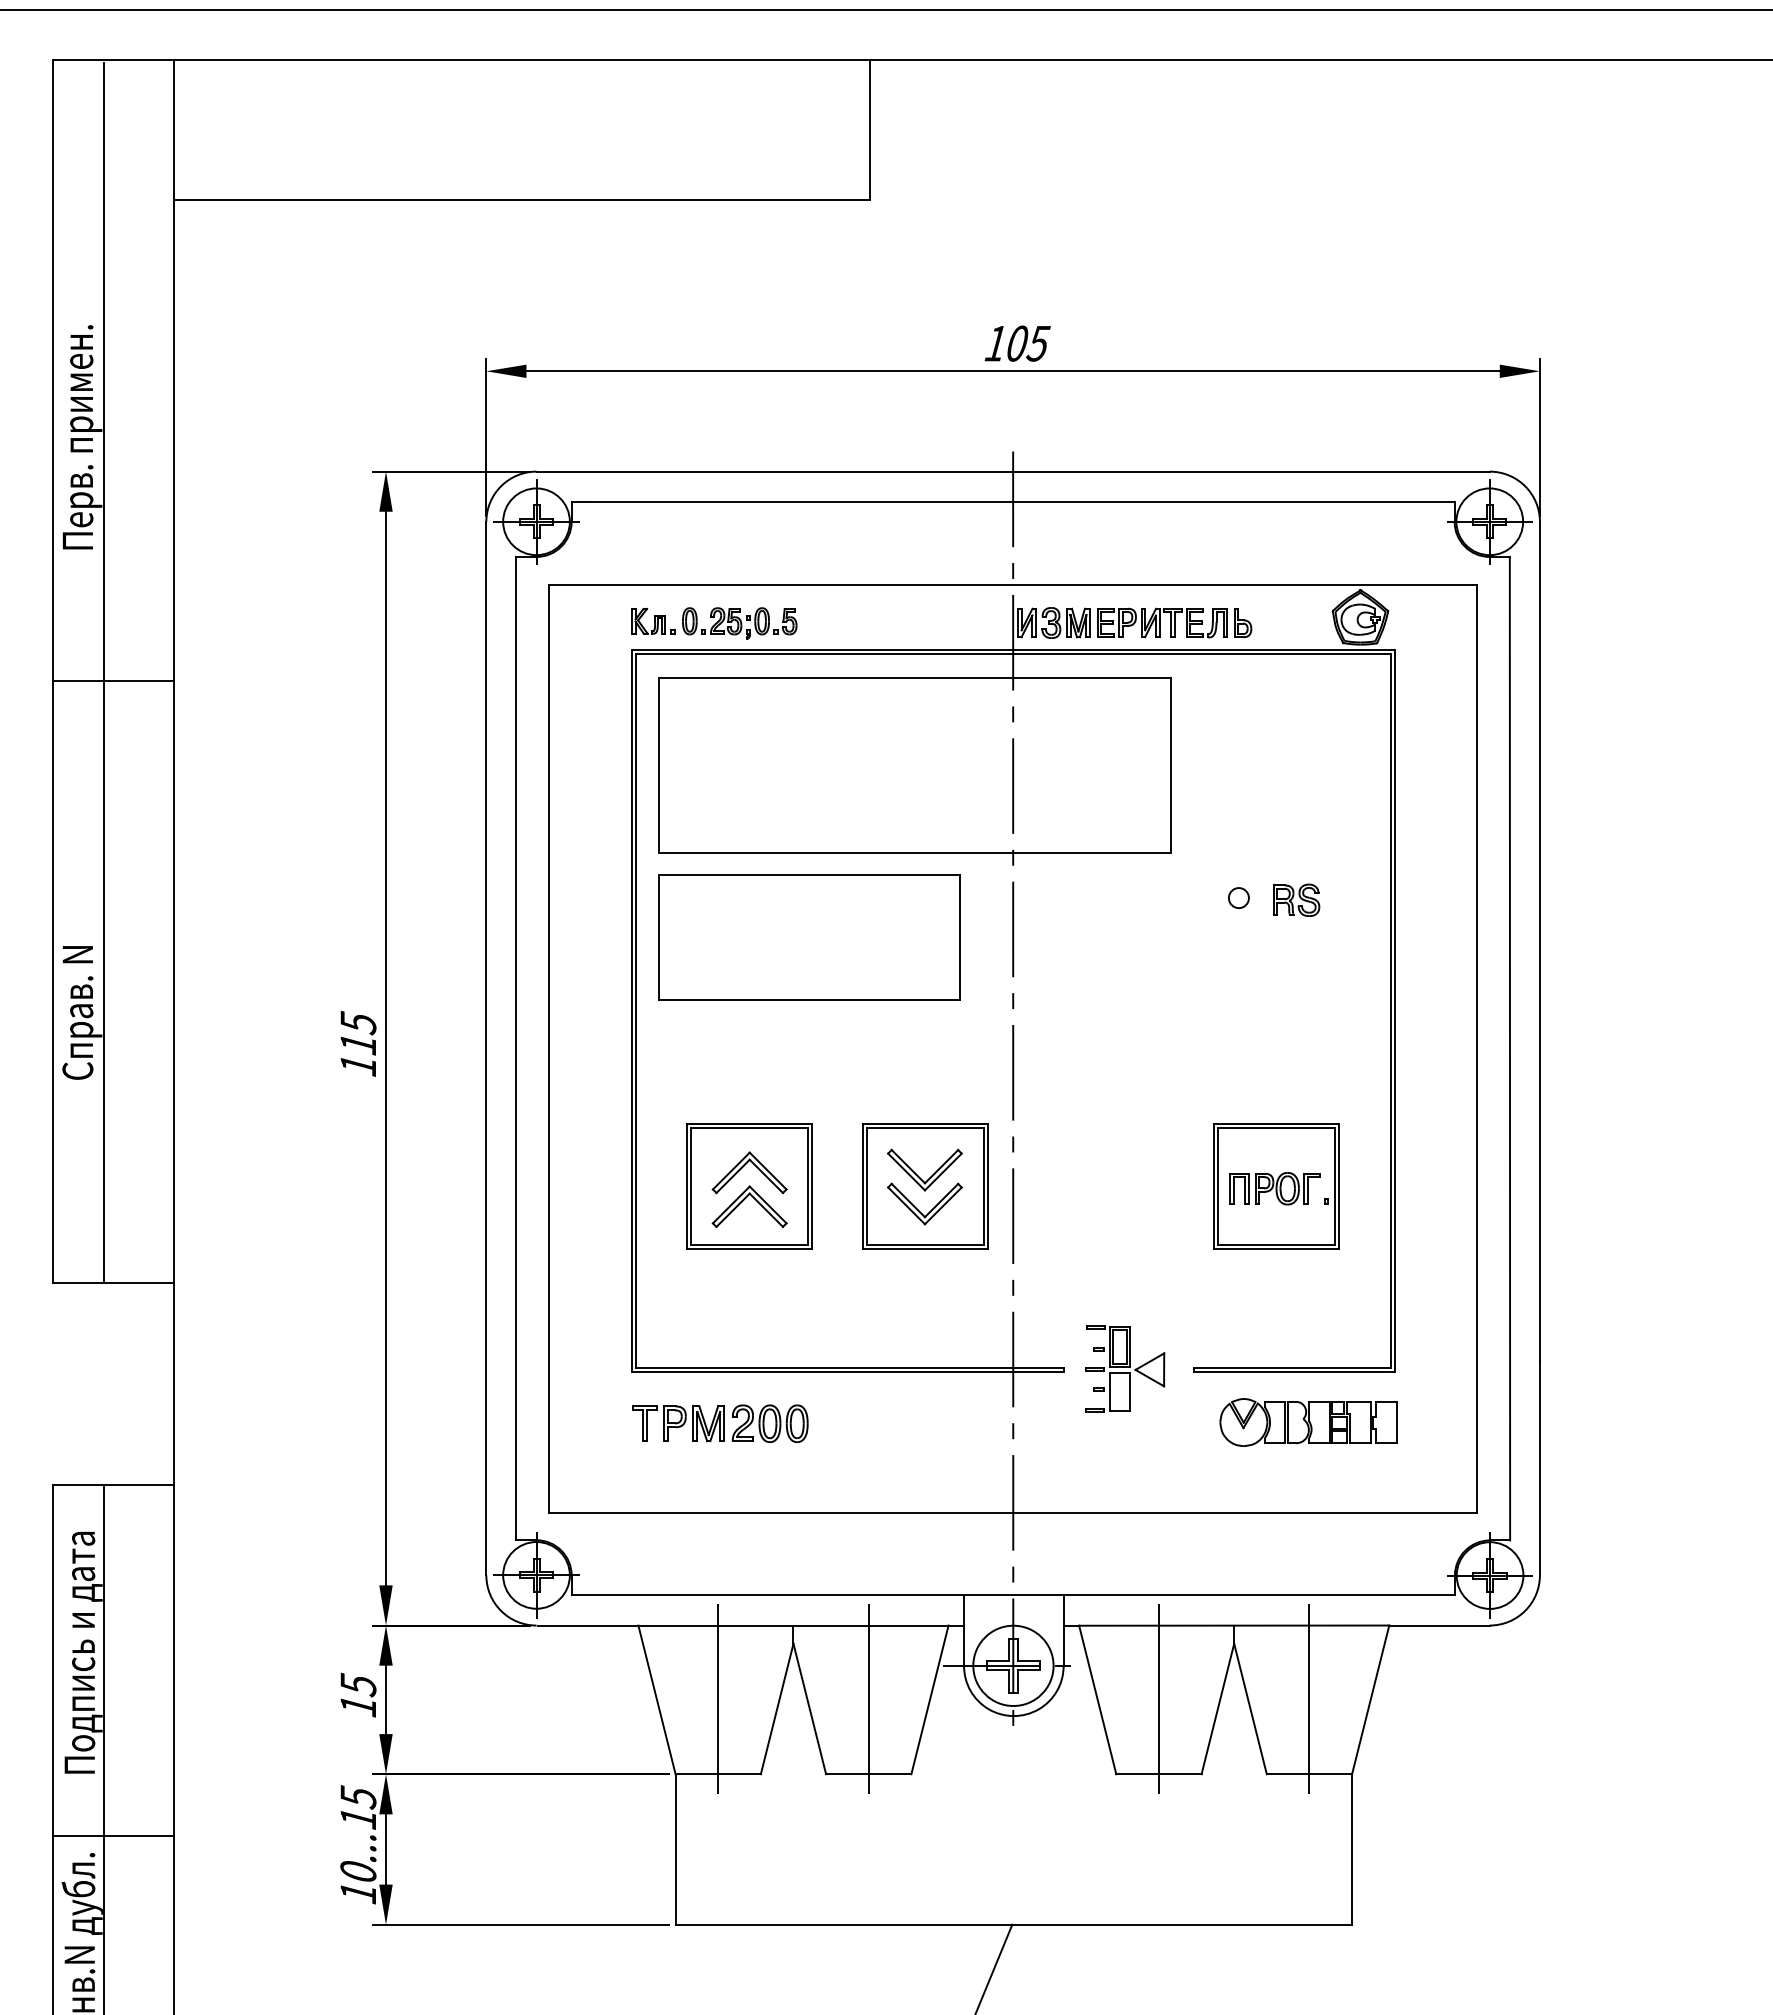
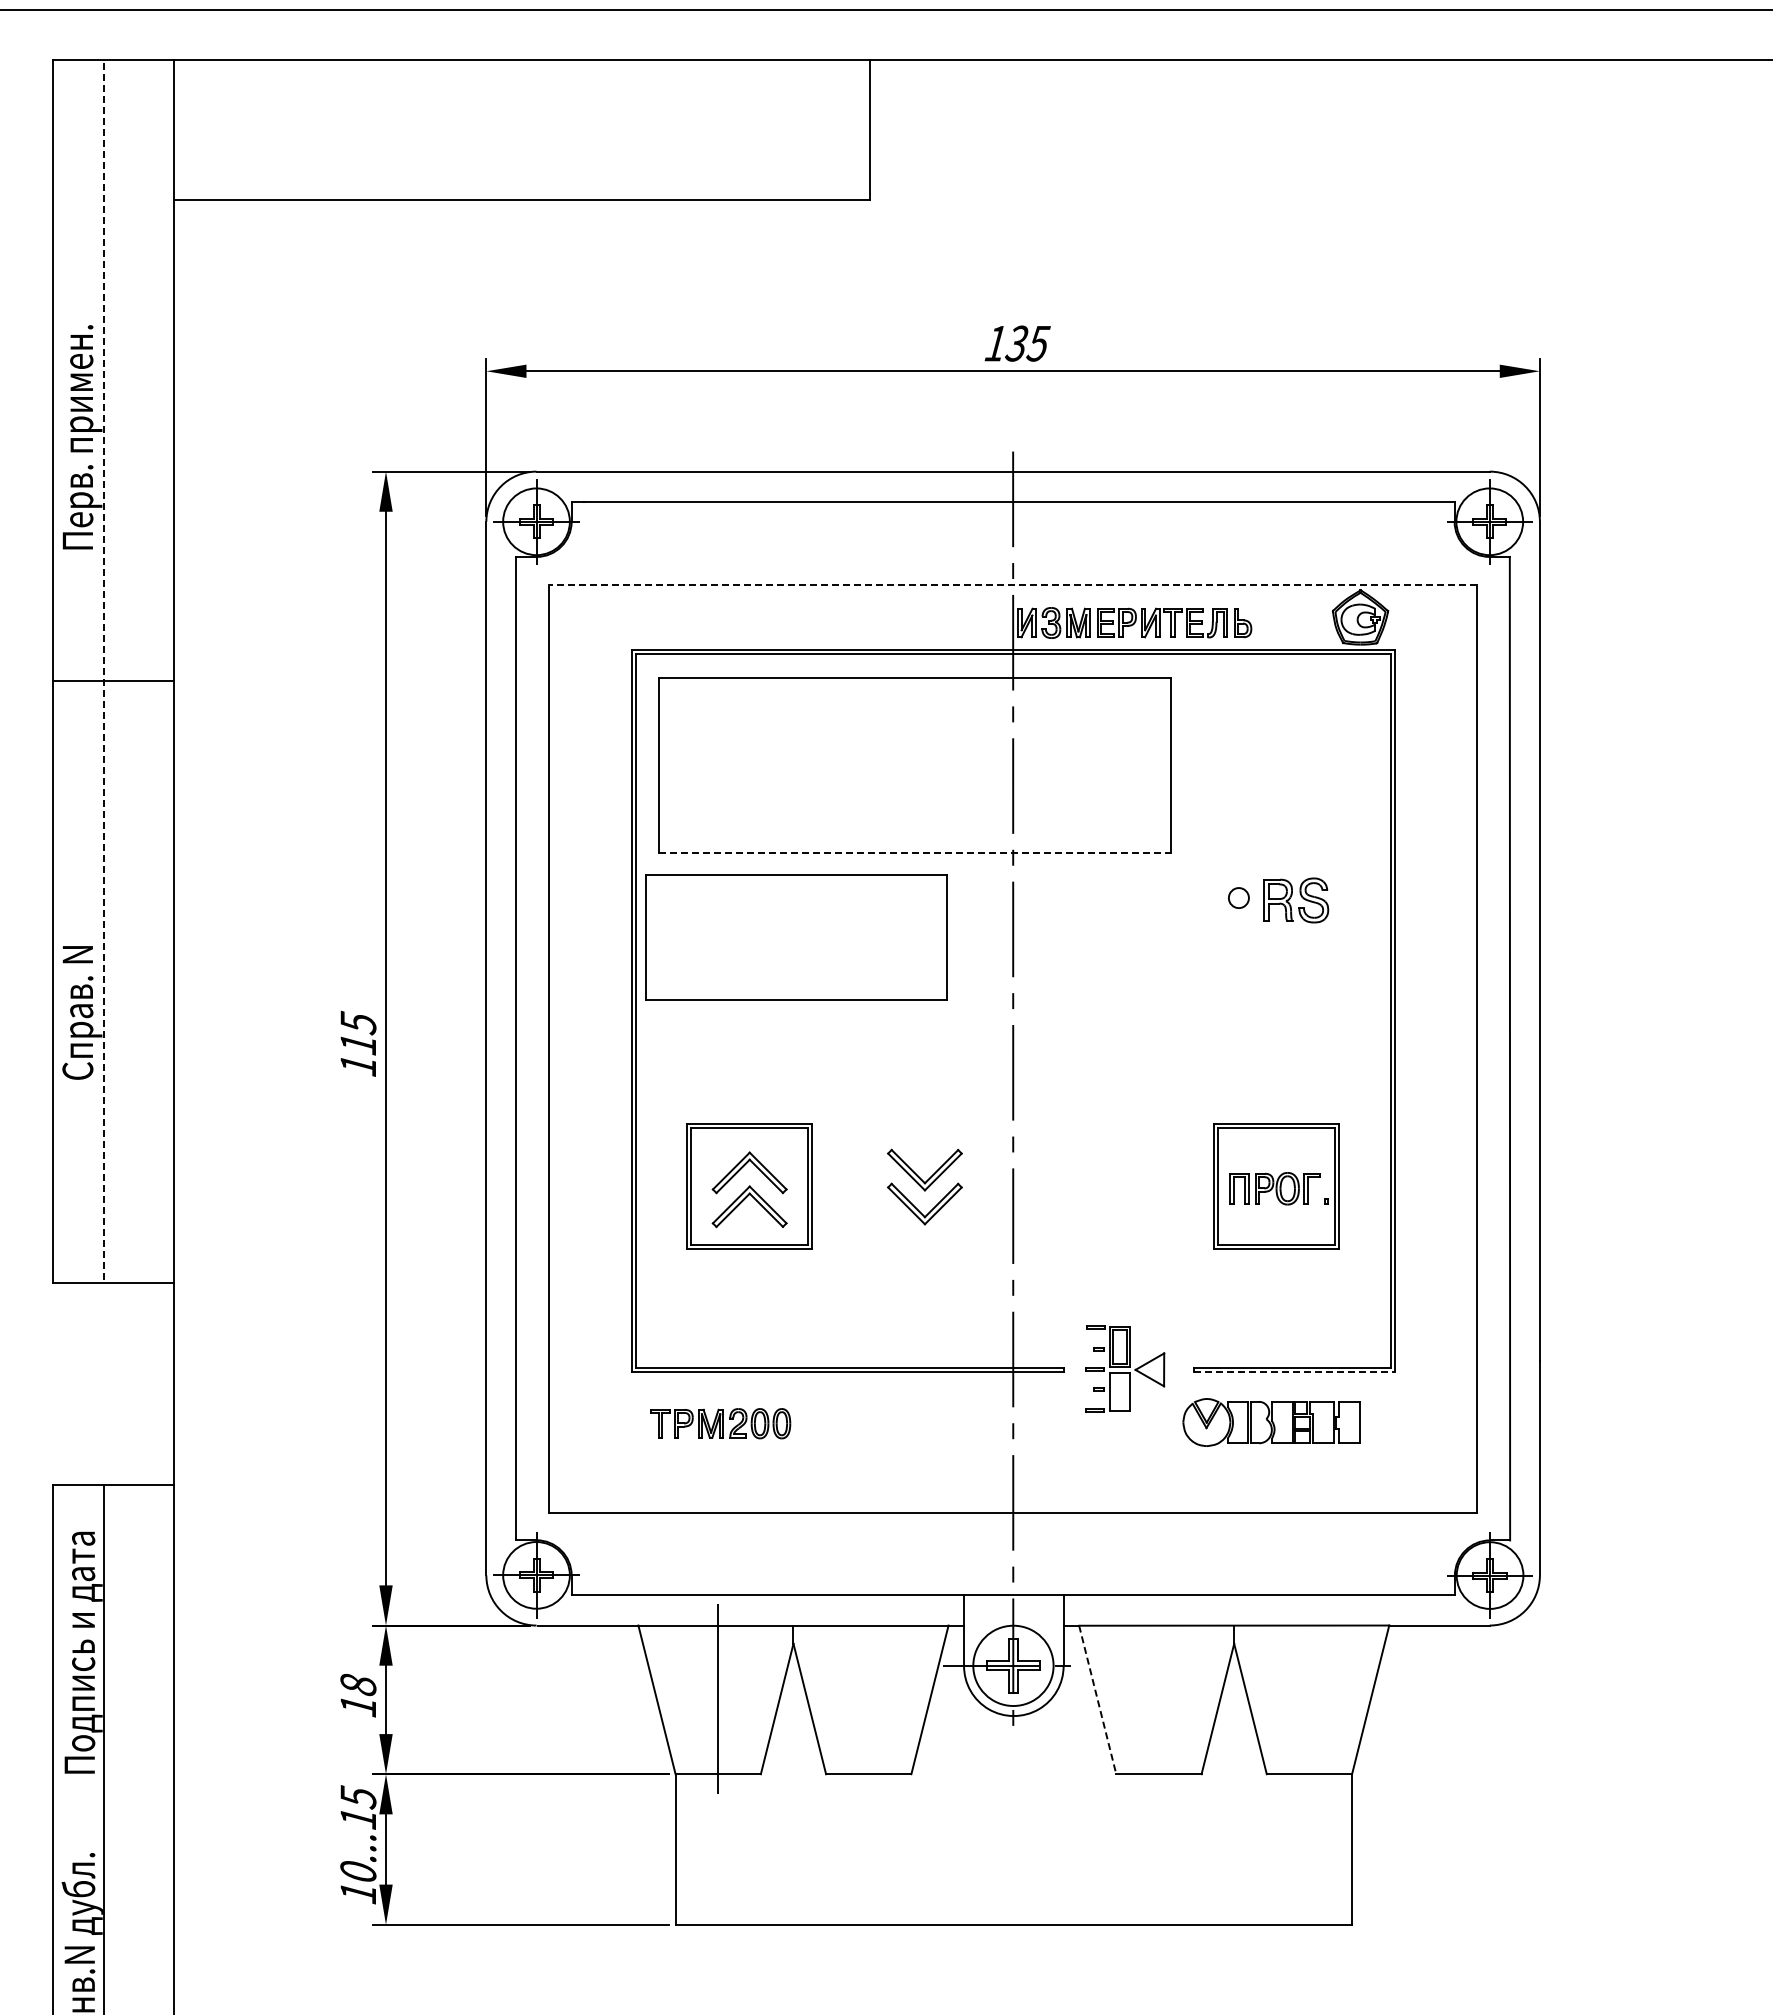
text at (1016, 343): 105 -> 135
line at (1012, 584): solid -> dashed
part at (714, 623): present -> none
line at (103, 673): solid -> dashed
line at (915, 853): solid -> dashed
part at (1296, 899) size: 48x34 px -> 67x47 px
part at (809, 937) position: (809, 937) -> (796, 937)
part at (925, 1186): present -> none
line at (1295, 1372): solid -> dashed
part at (1308, 1422) position: (1308, 1422) -> (1271, 1422)
part at (720, 1423) size: 177x39 px -> 142x32 px
text at (358, 1684): 15 -> 18
line at (868, 1698): present -> none
line at (1158, 1698): present -> none
line at (1309, 1698): present -> none
line at (1097, 1699): solid -> dashed
line at (113, 1836): present -> none
line at (994, 1967): present -> none
